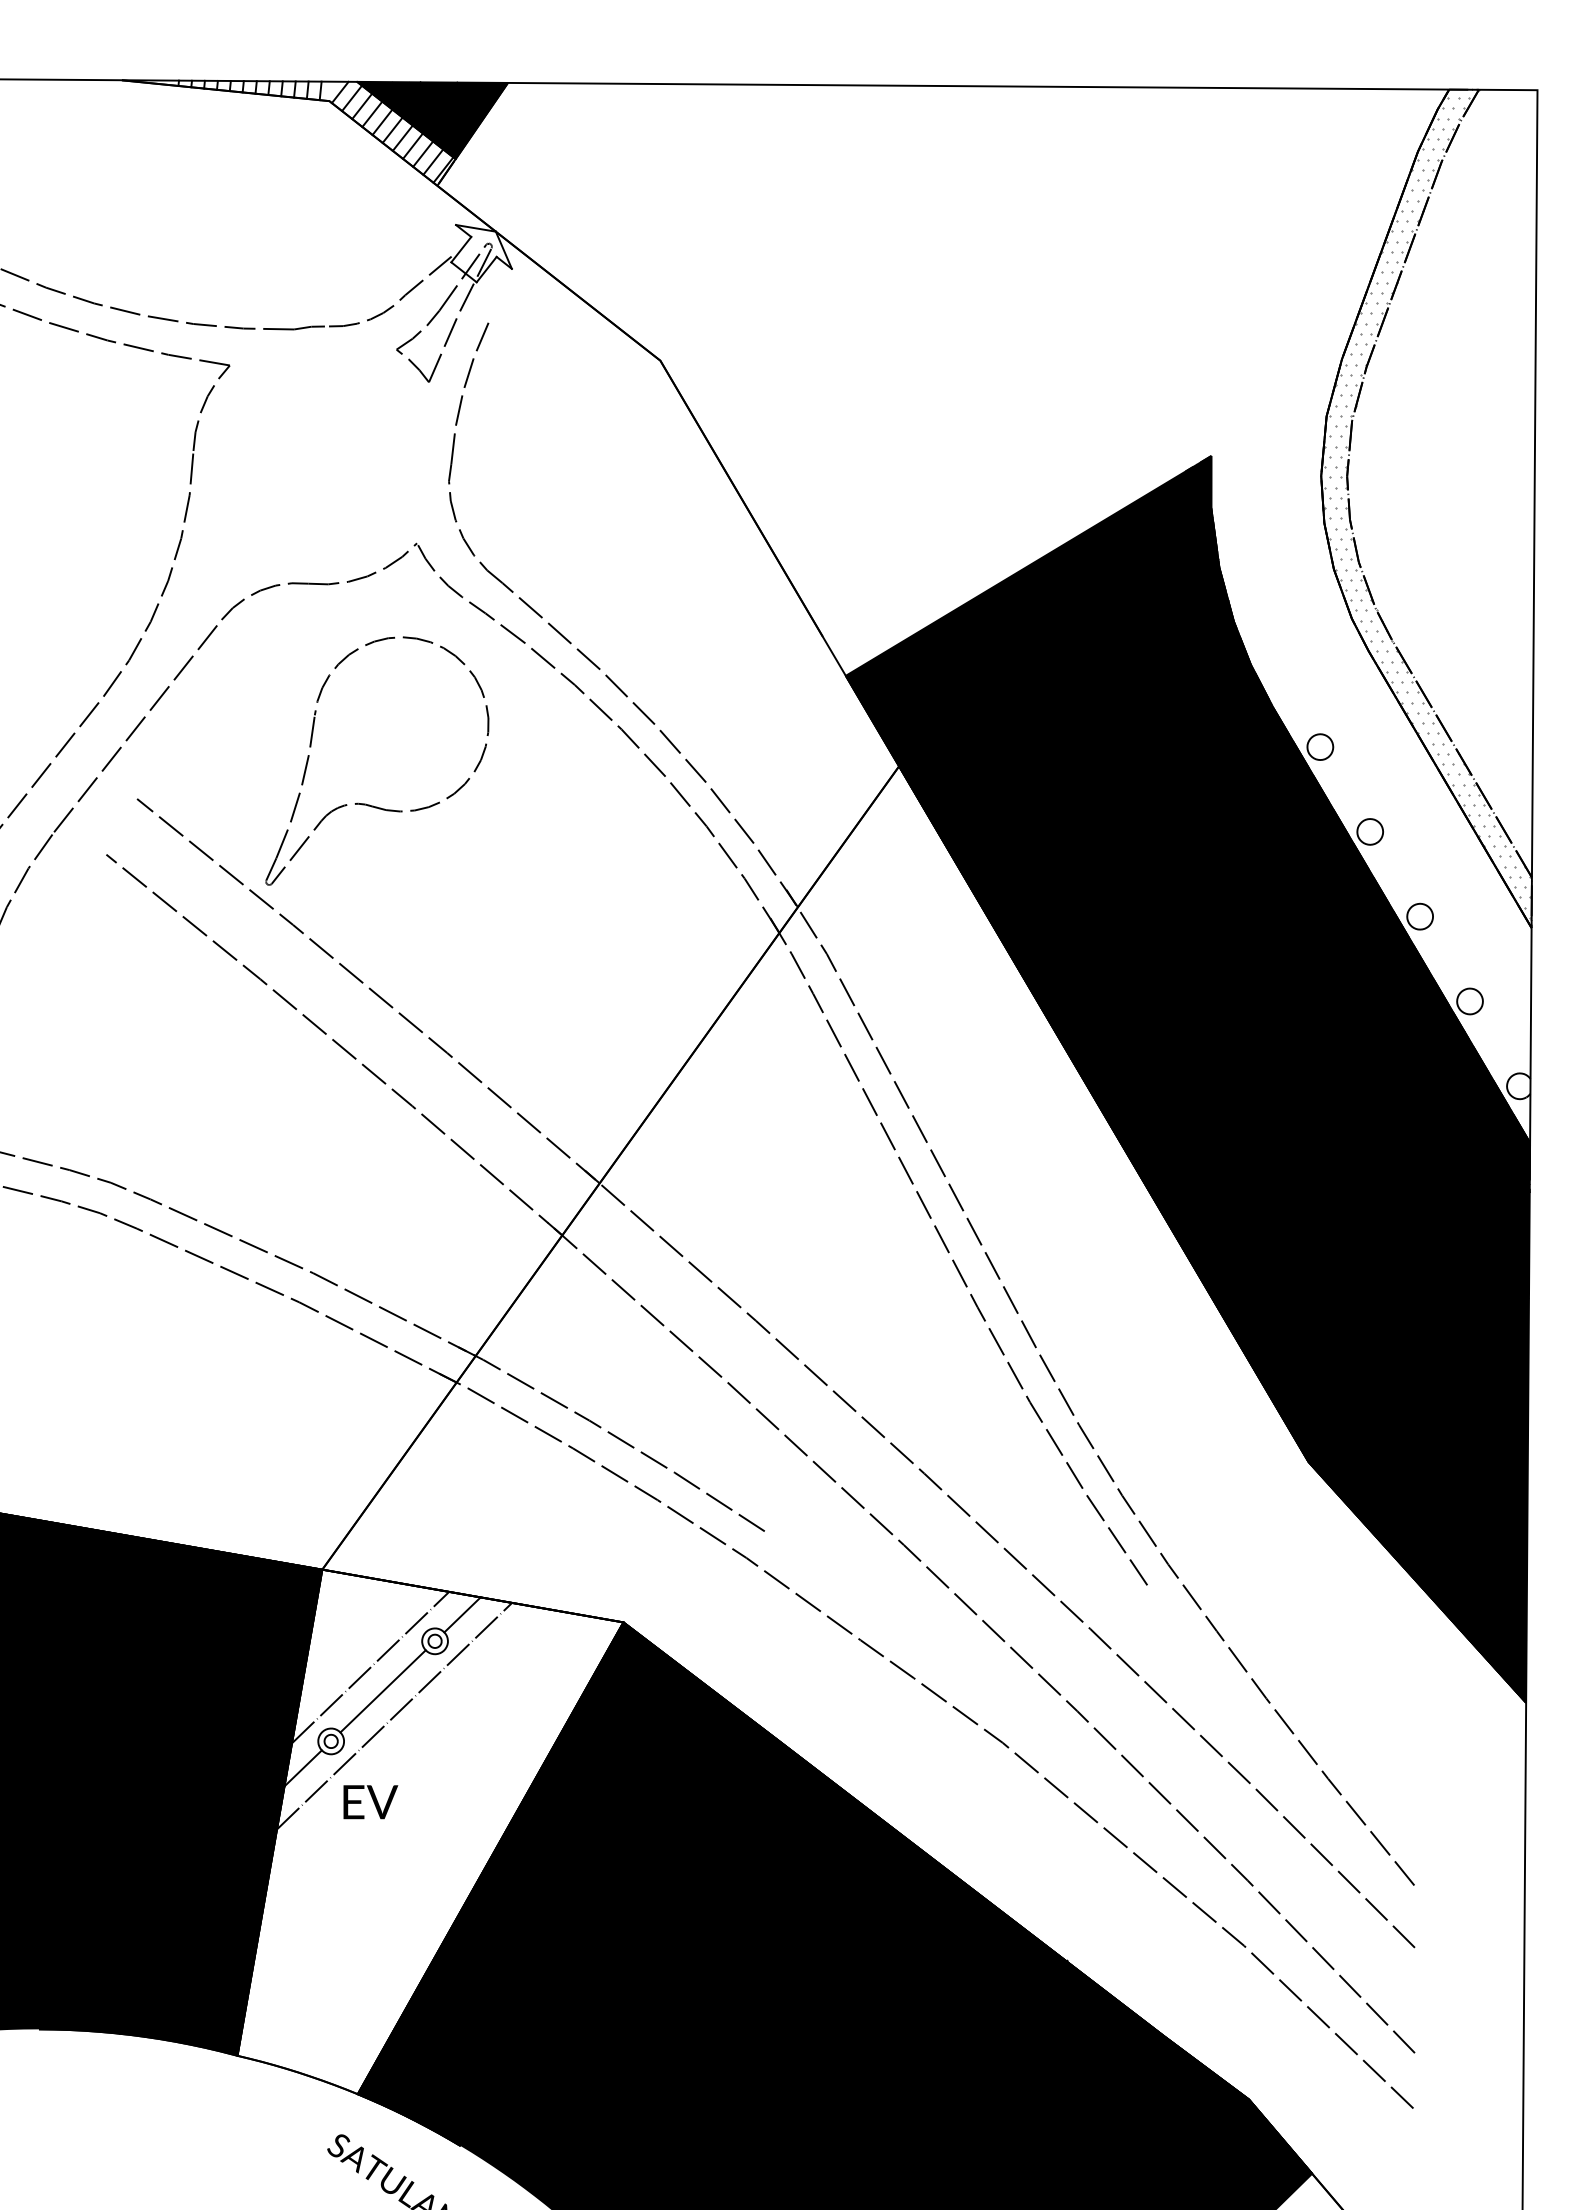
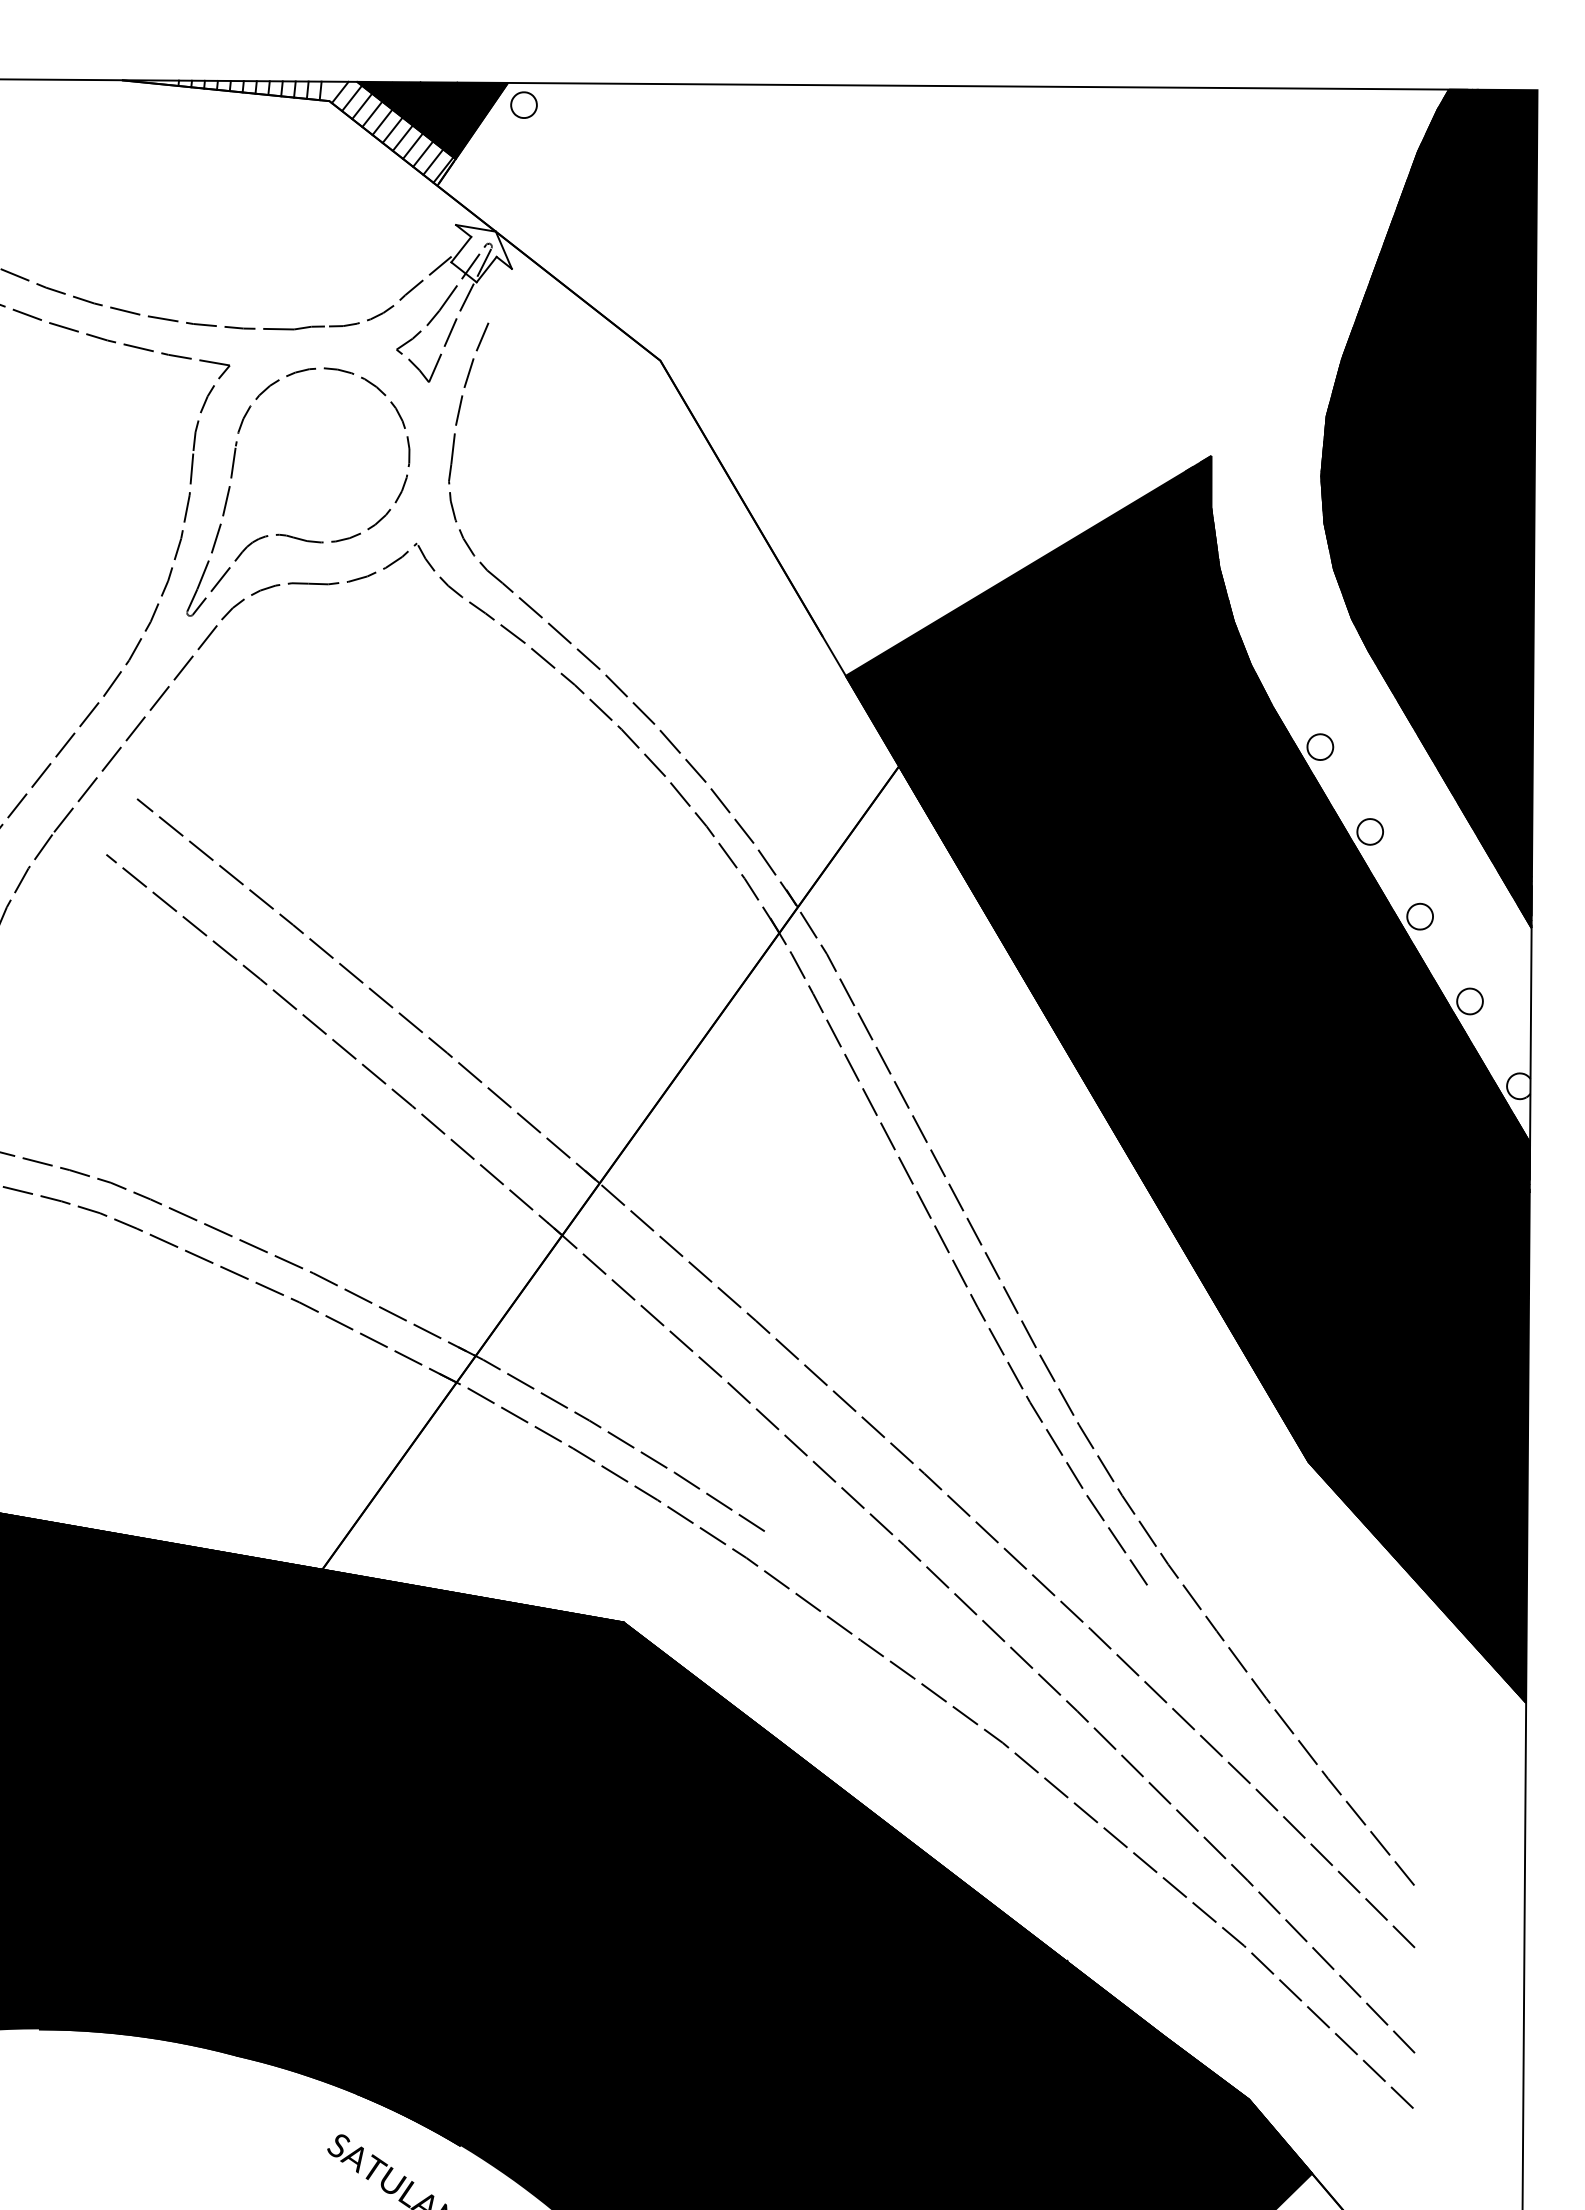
part at (523, 104): none -> present
fill at (1429, 508): none -> present
part at (366, 803) position: (366, 803) -> (287, 534)
fill at (430, 1831): none -> present
